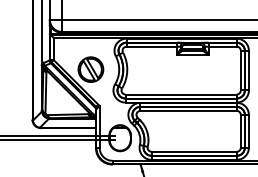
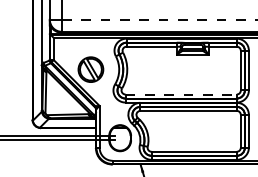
line at (159, 19): solid -> dashed
line at (181, 94): solid -> dashed
